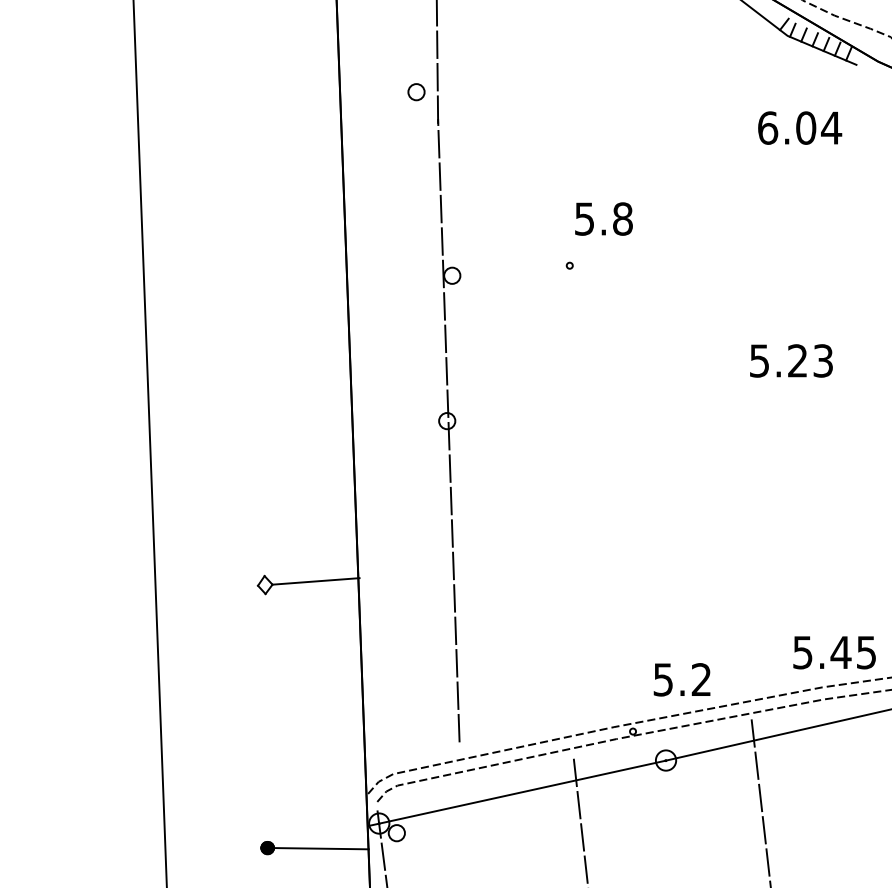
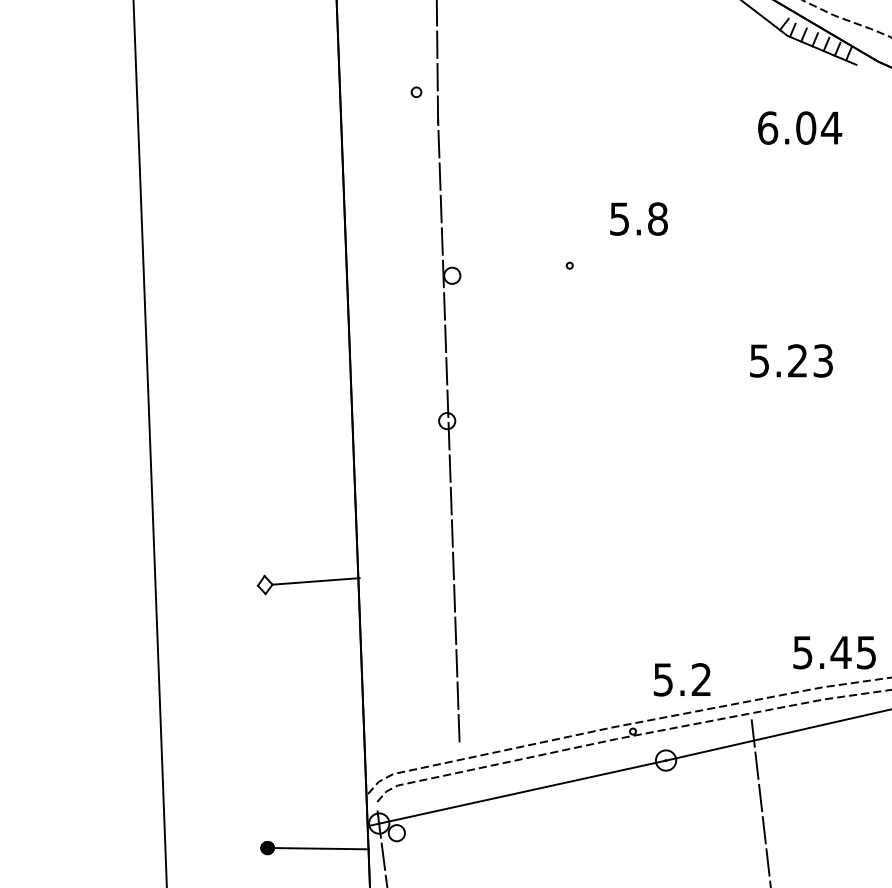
part at (416, 92) size: 19x19 px -> 13x13 px
text at (603, 218) position: (603, 218) -> (638, 218)
line at (580, 821): present -> none
